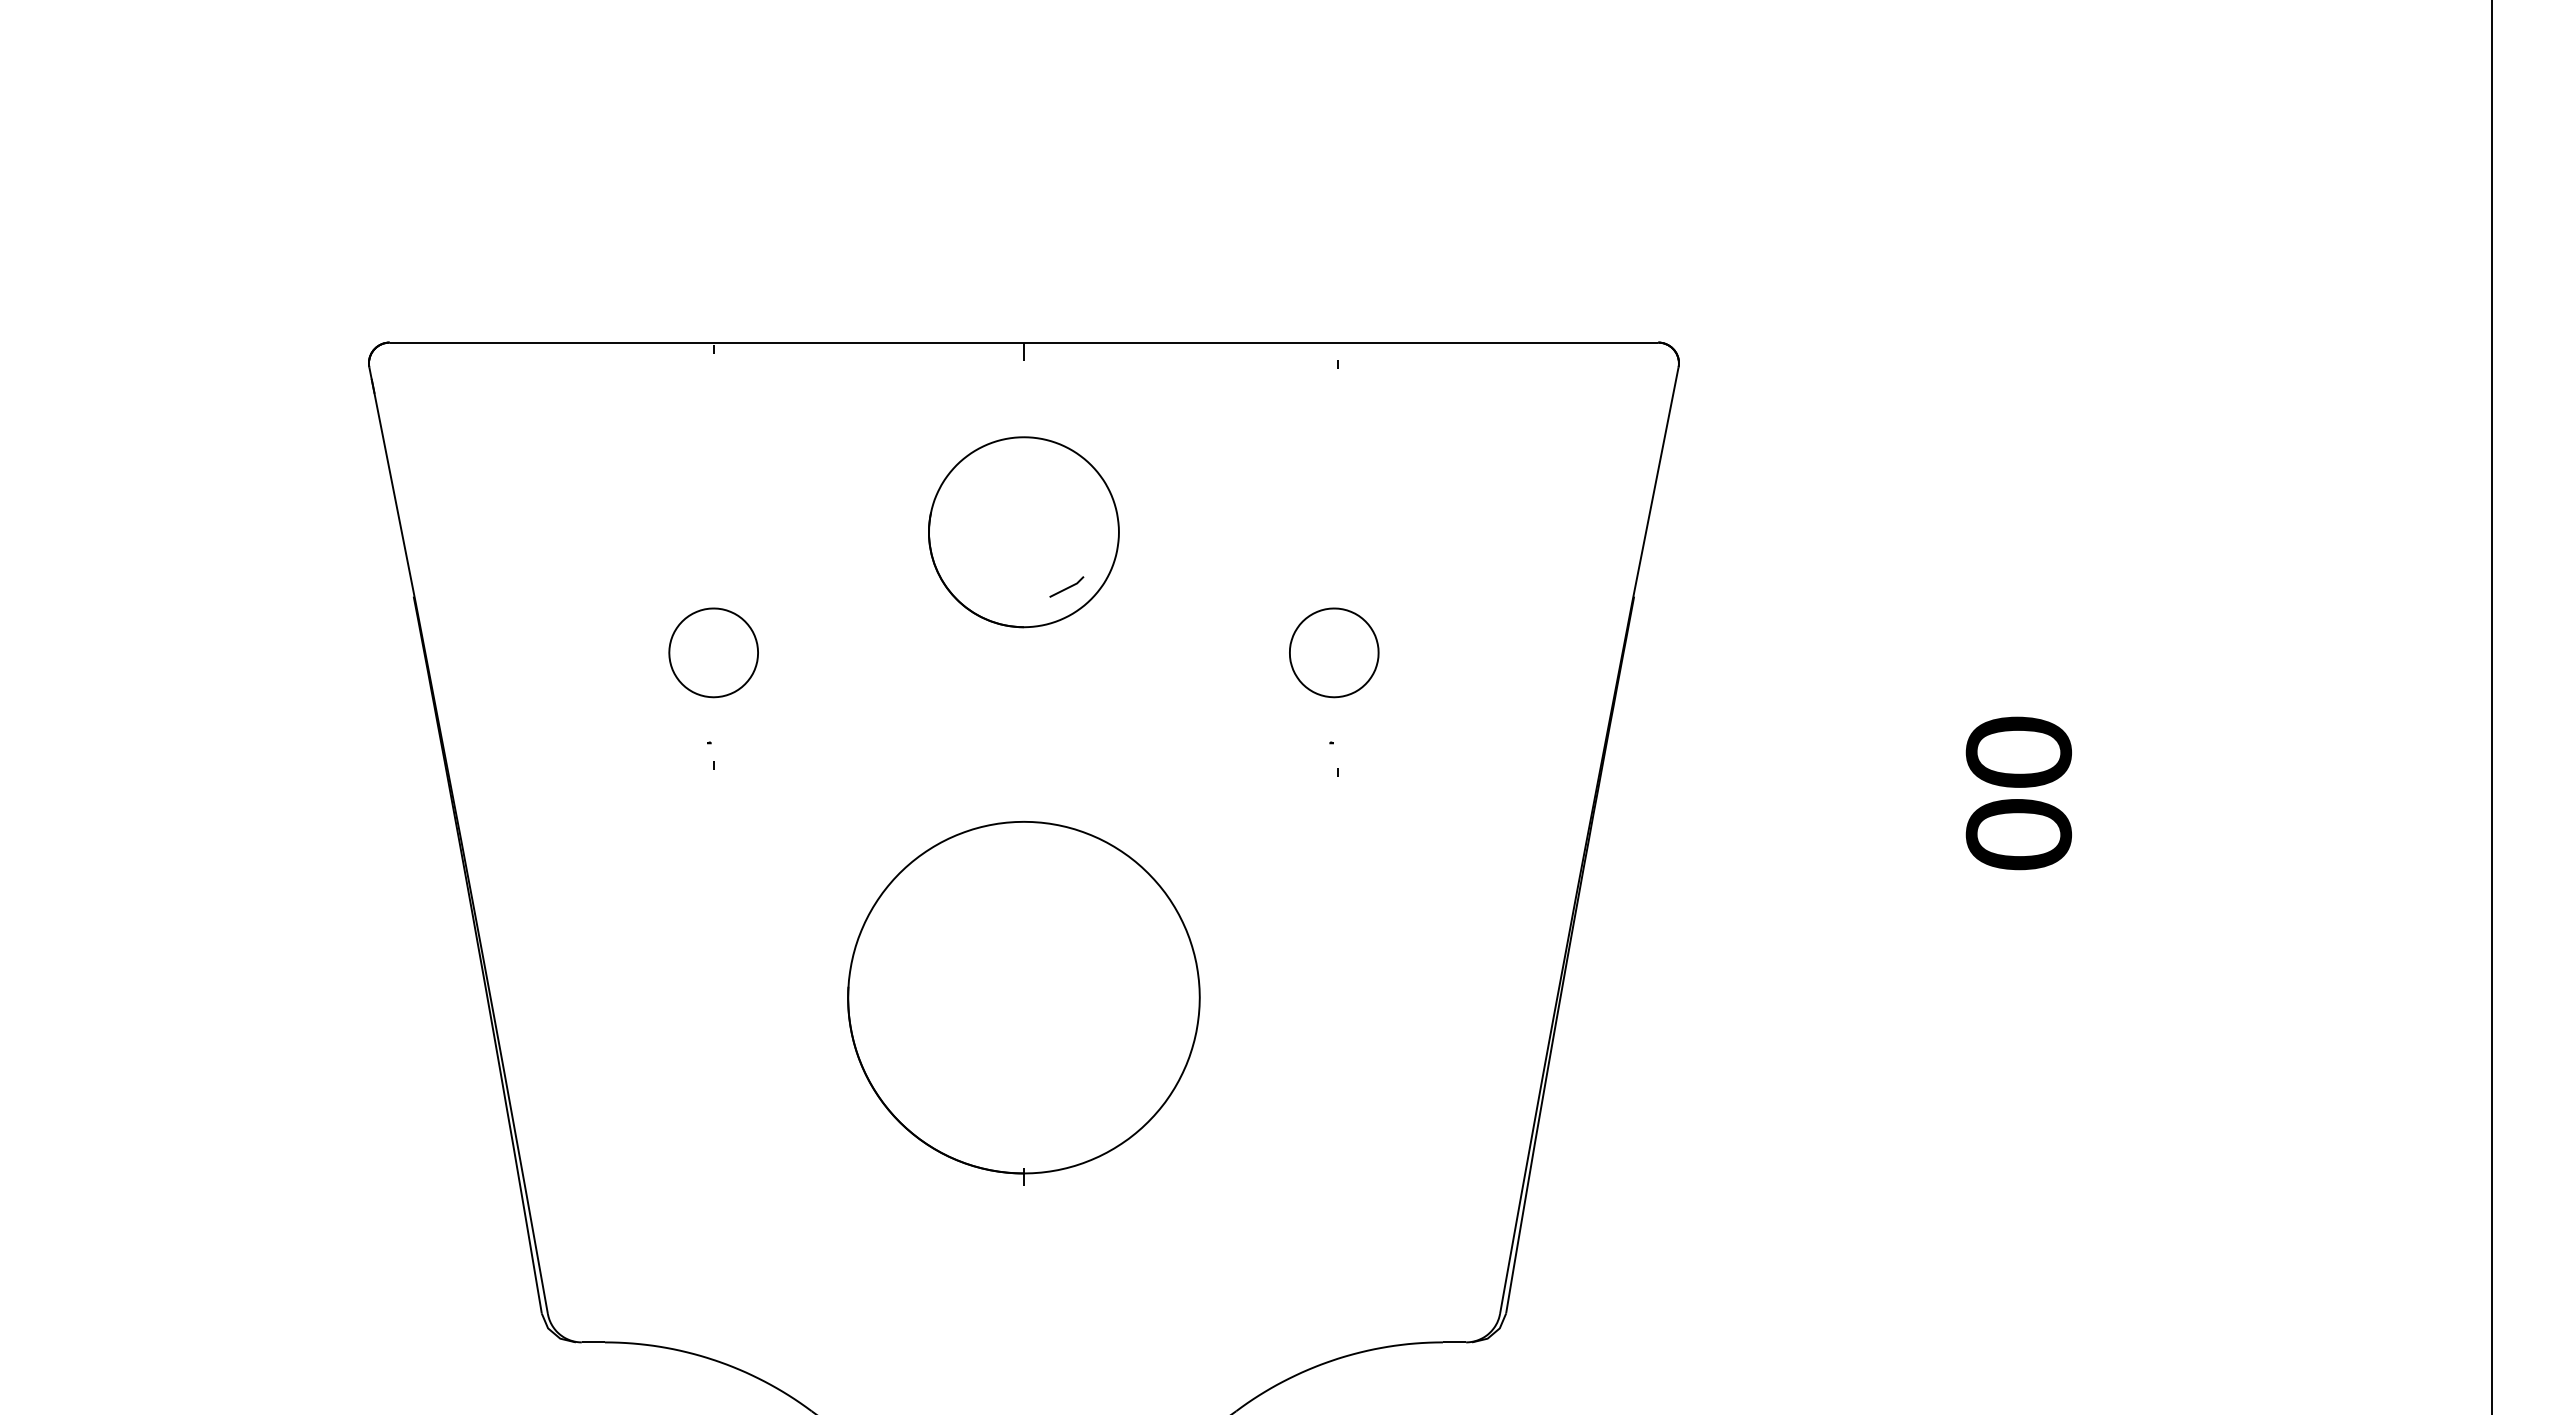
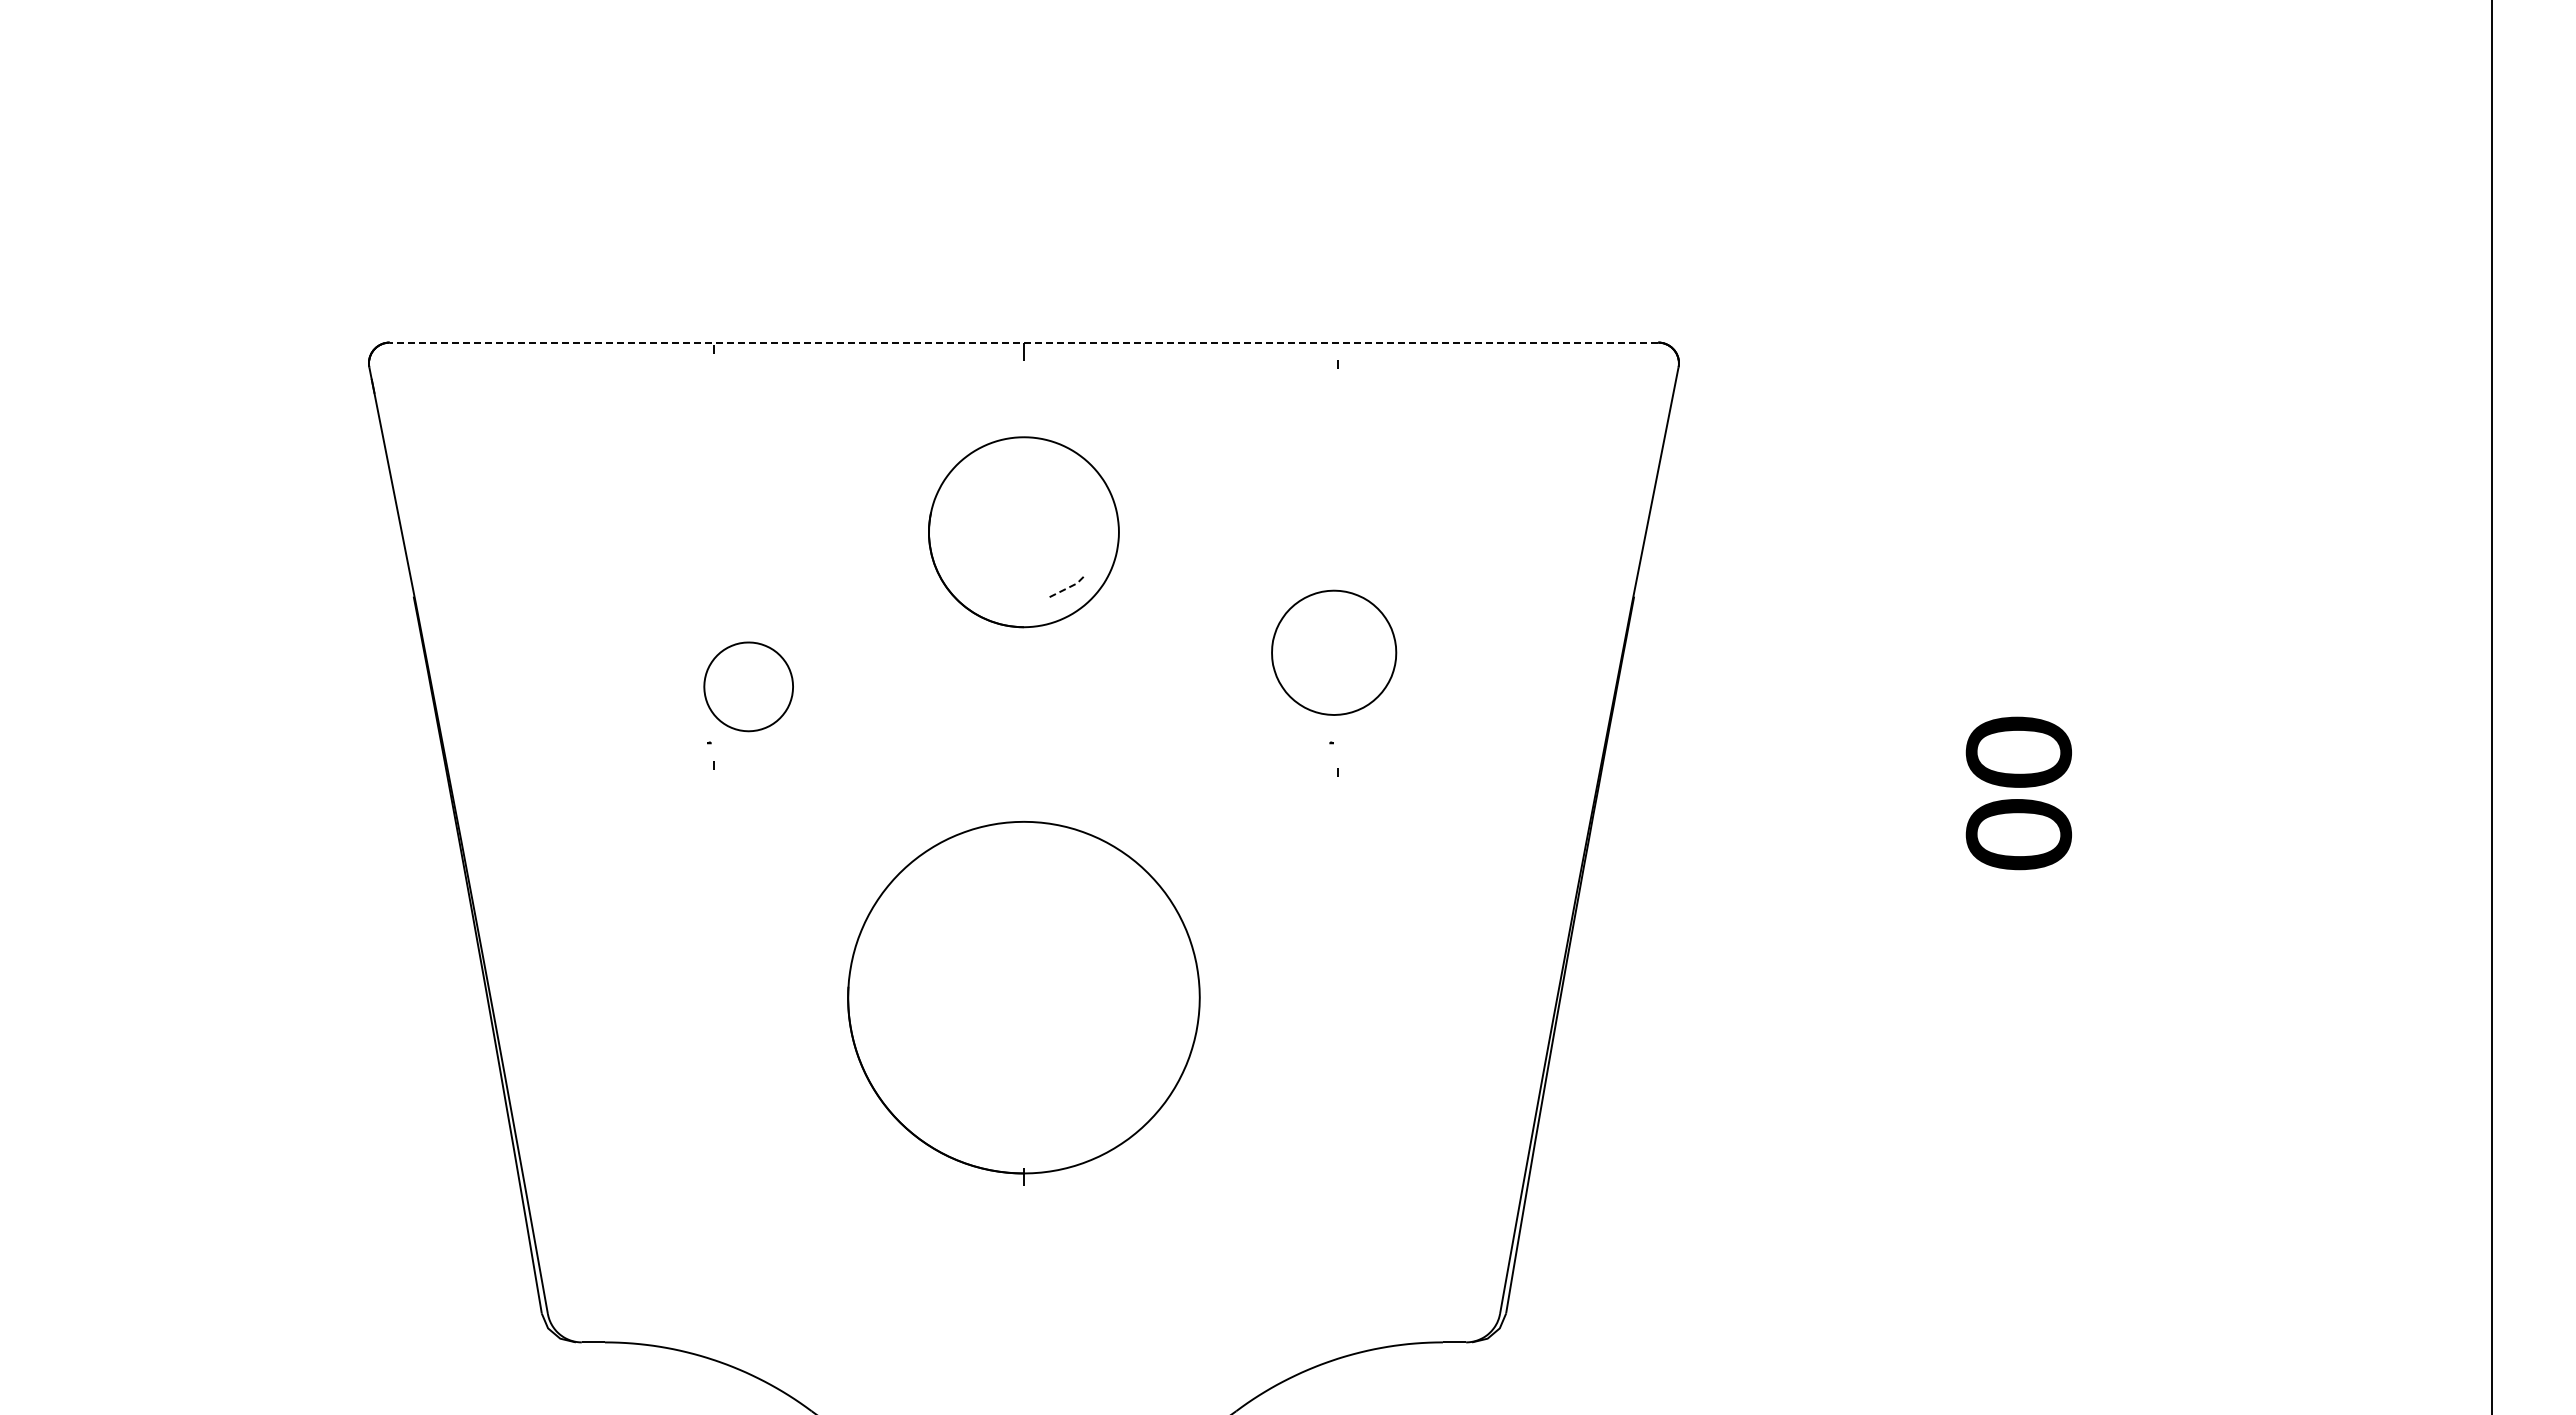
line at (1023, 342): solid -> dashed
line at (1068, 587): solid -> dashed
part at (713, 652) position: (713, 652) -> (748, 686)
part at (1334, 652) size: 91x92 px -> 127x127 px
